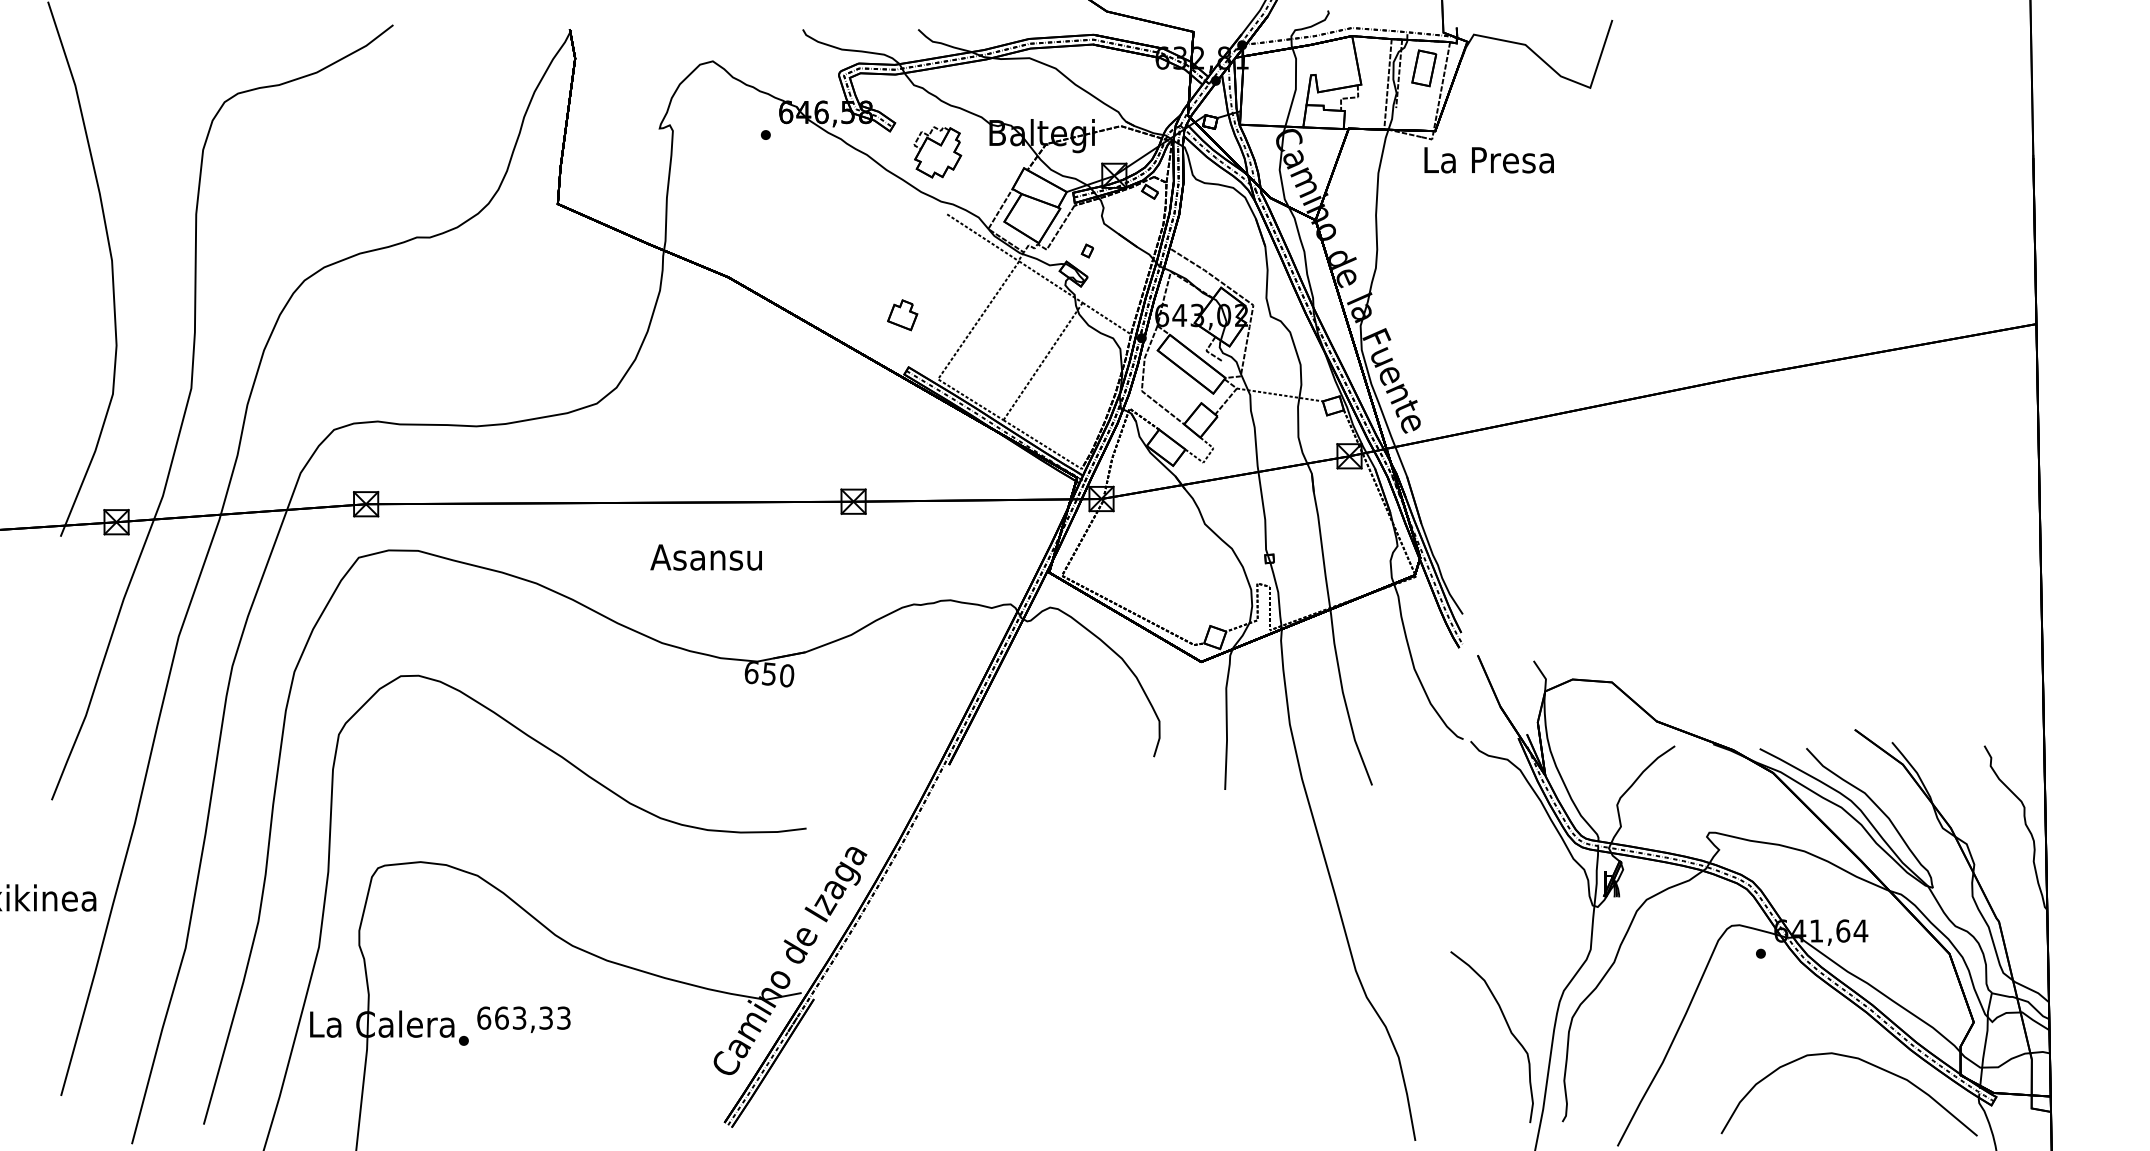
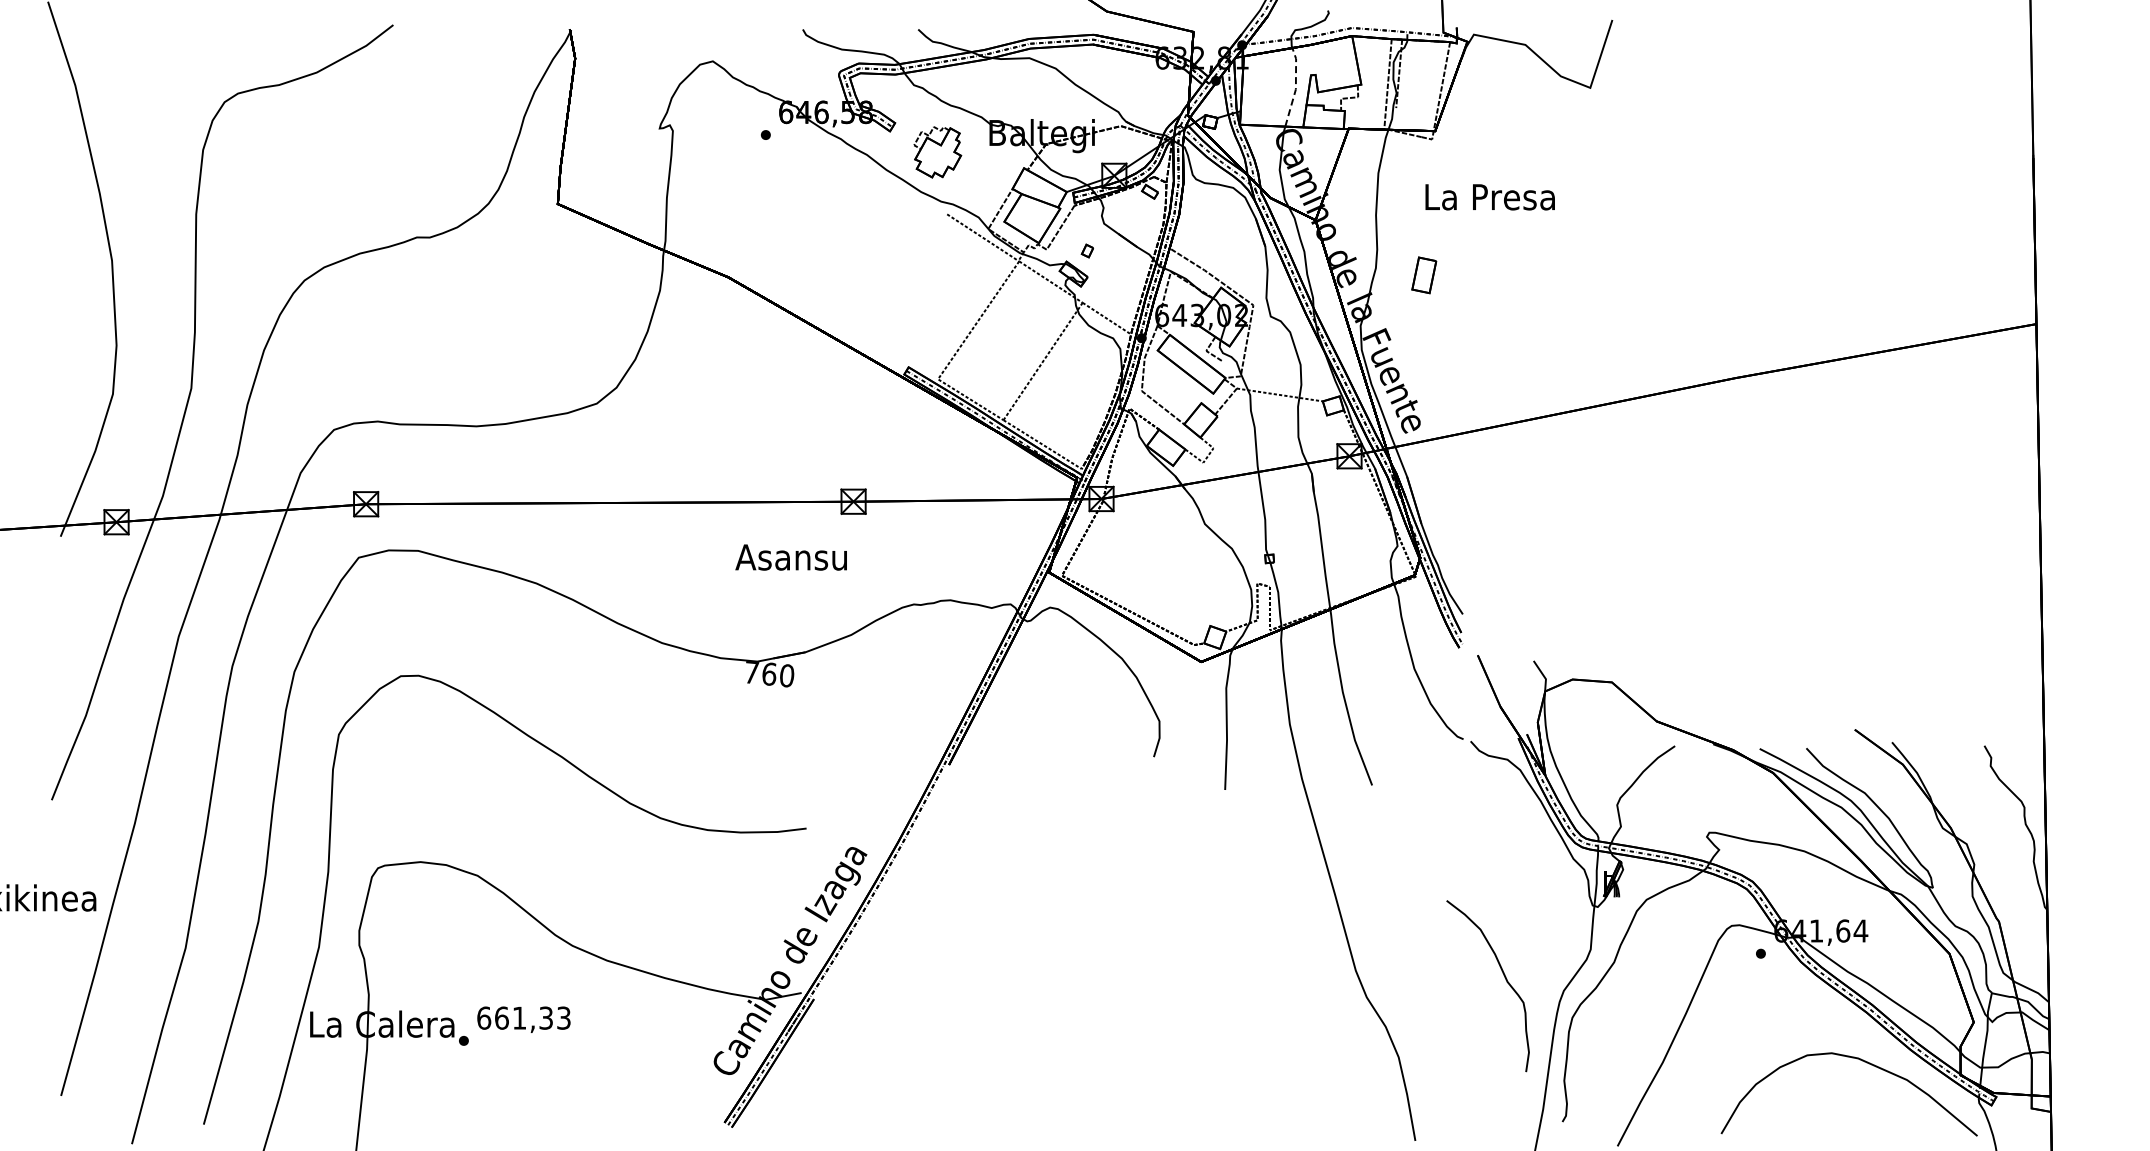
part at (1424, 68) position: (1424, 68) -> (1424, 275)
line at (1295, 87): solid -> dashed
text at (1488, 160) position: (1488, 160) -> (1489, 197)
part at (902, 315): present -> none
text at (705, 557) position: (705, 557) -> (790, 557)
text at (760, 673): 650 -> 760
text at (519, 1017): 663,33 -> 661,33
curve at (1509, 1031) position: (1509, 1031) -> (1505, 980)
